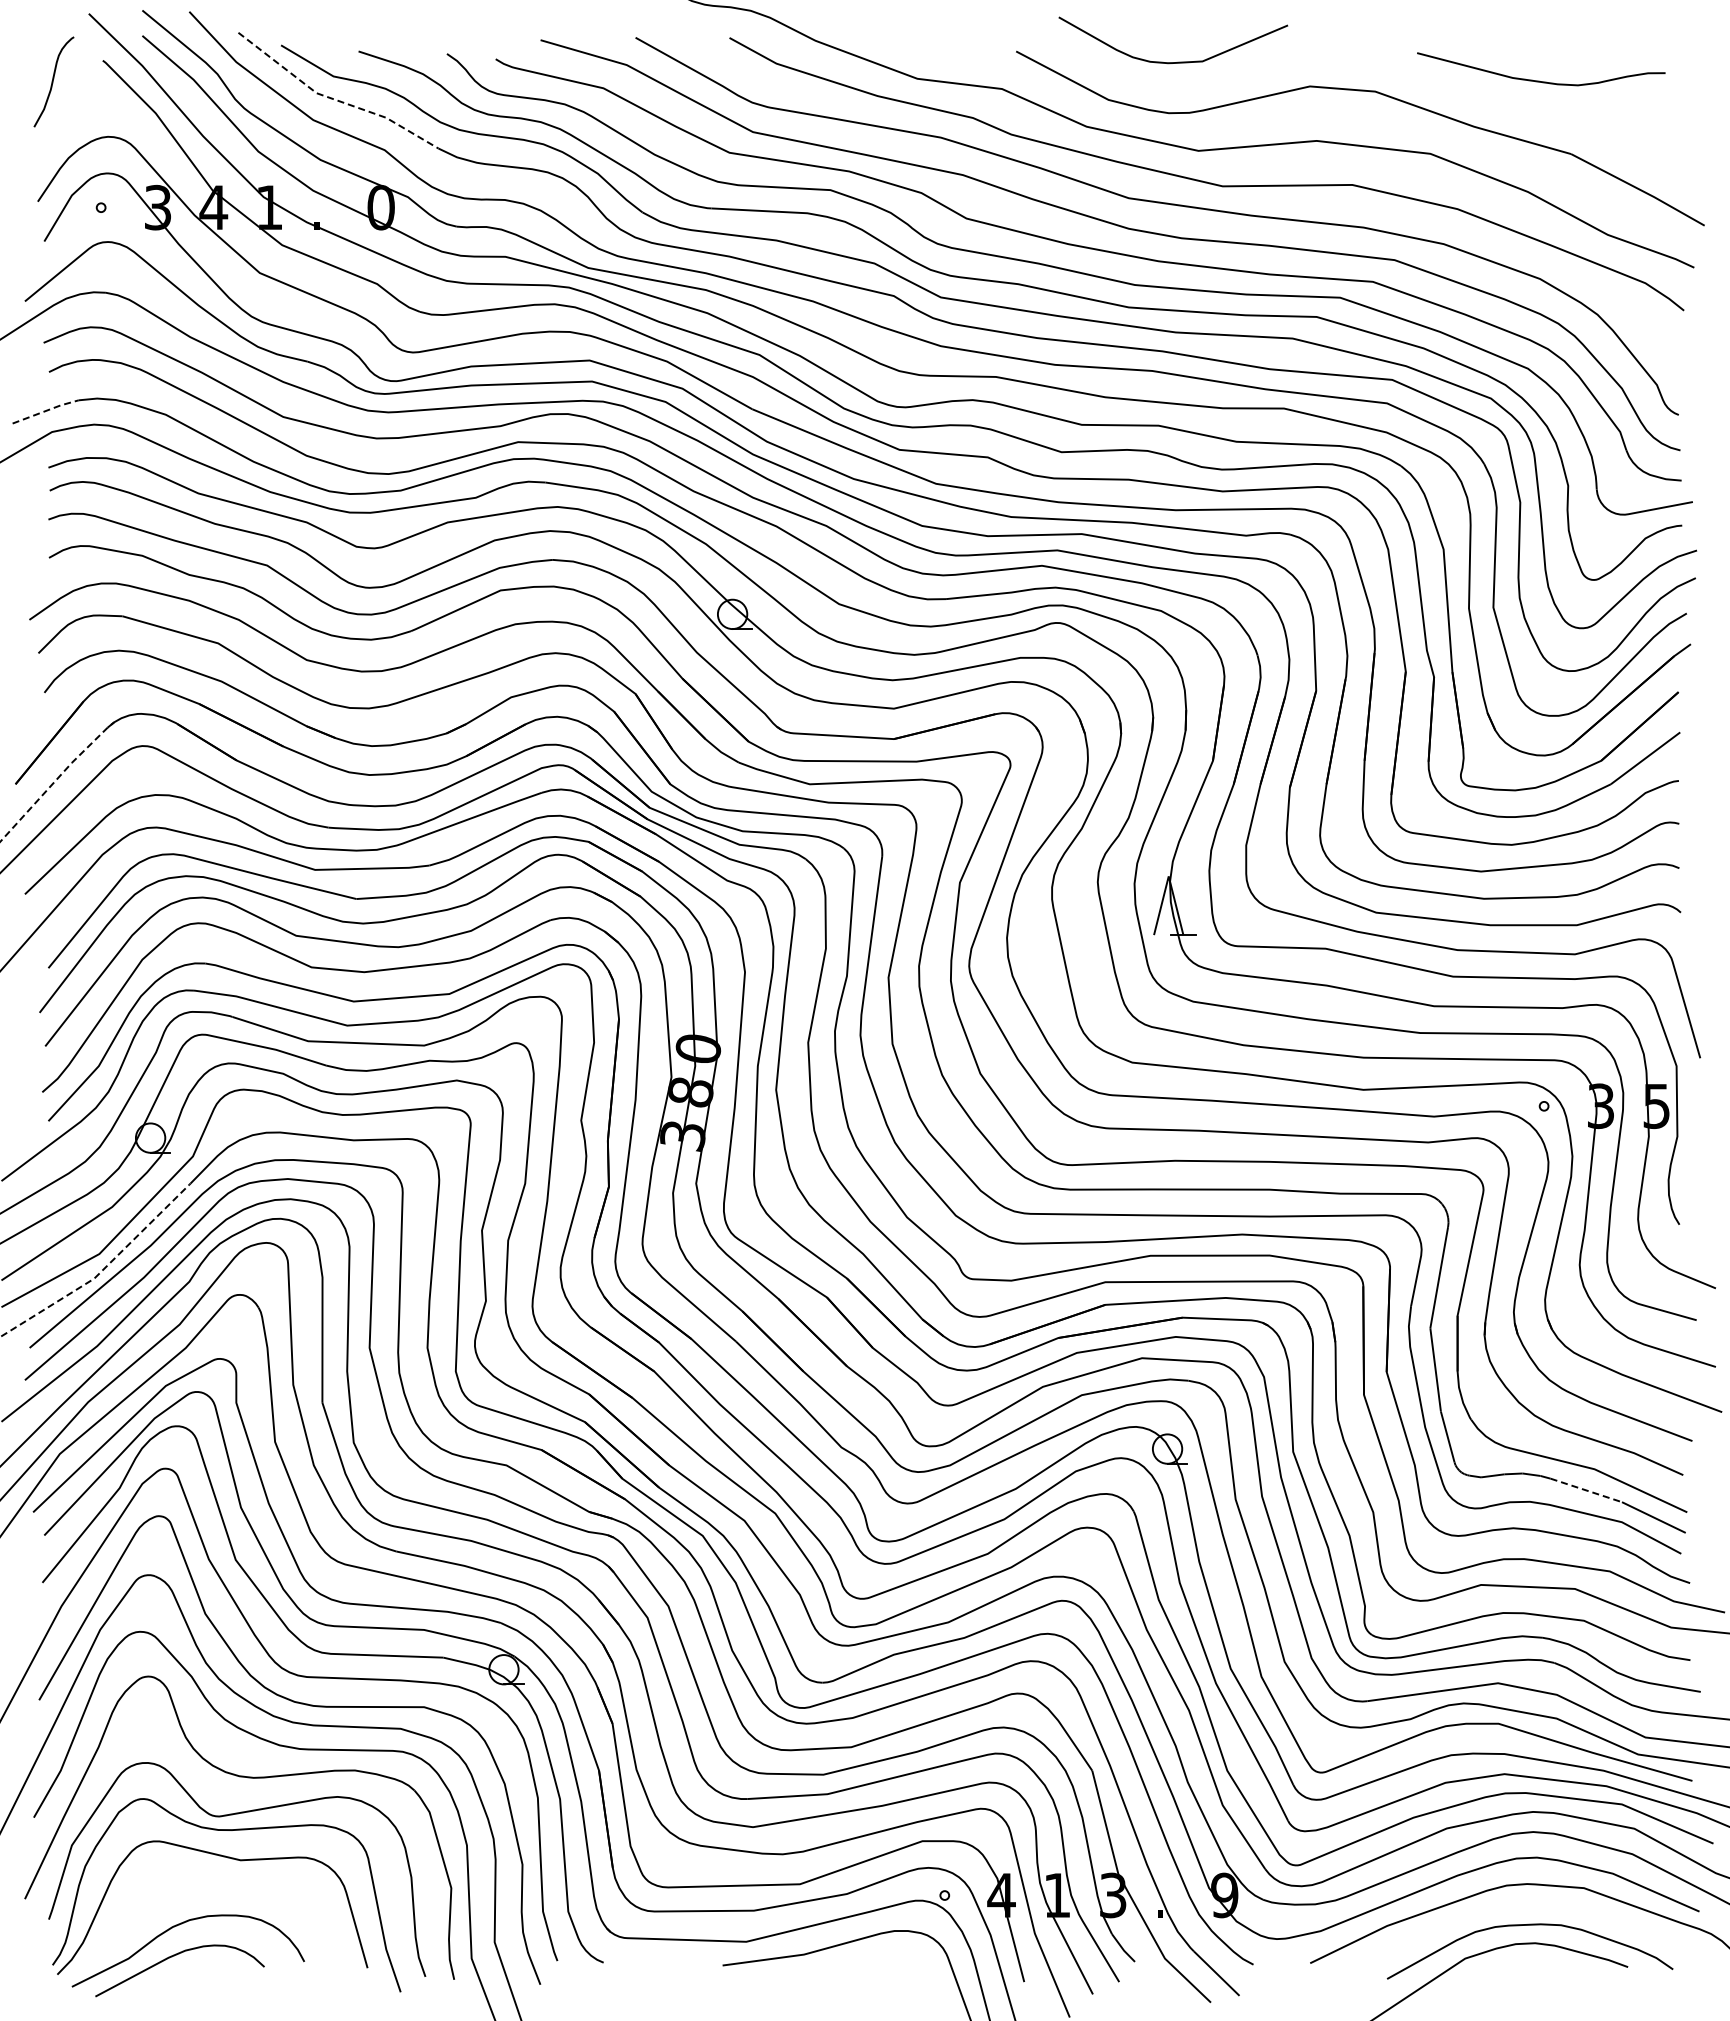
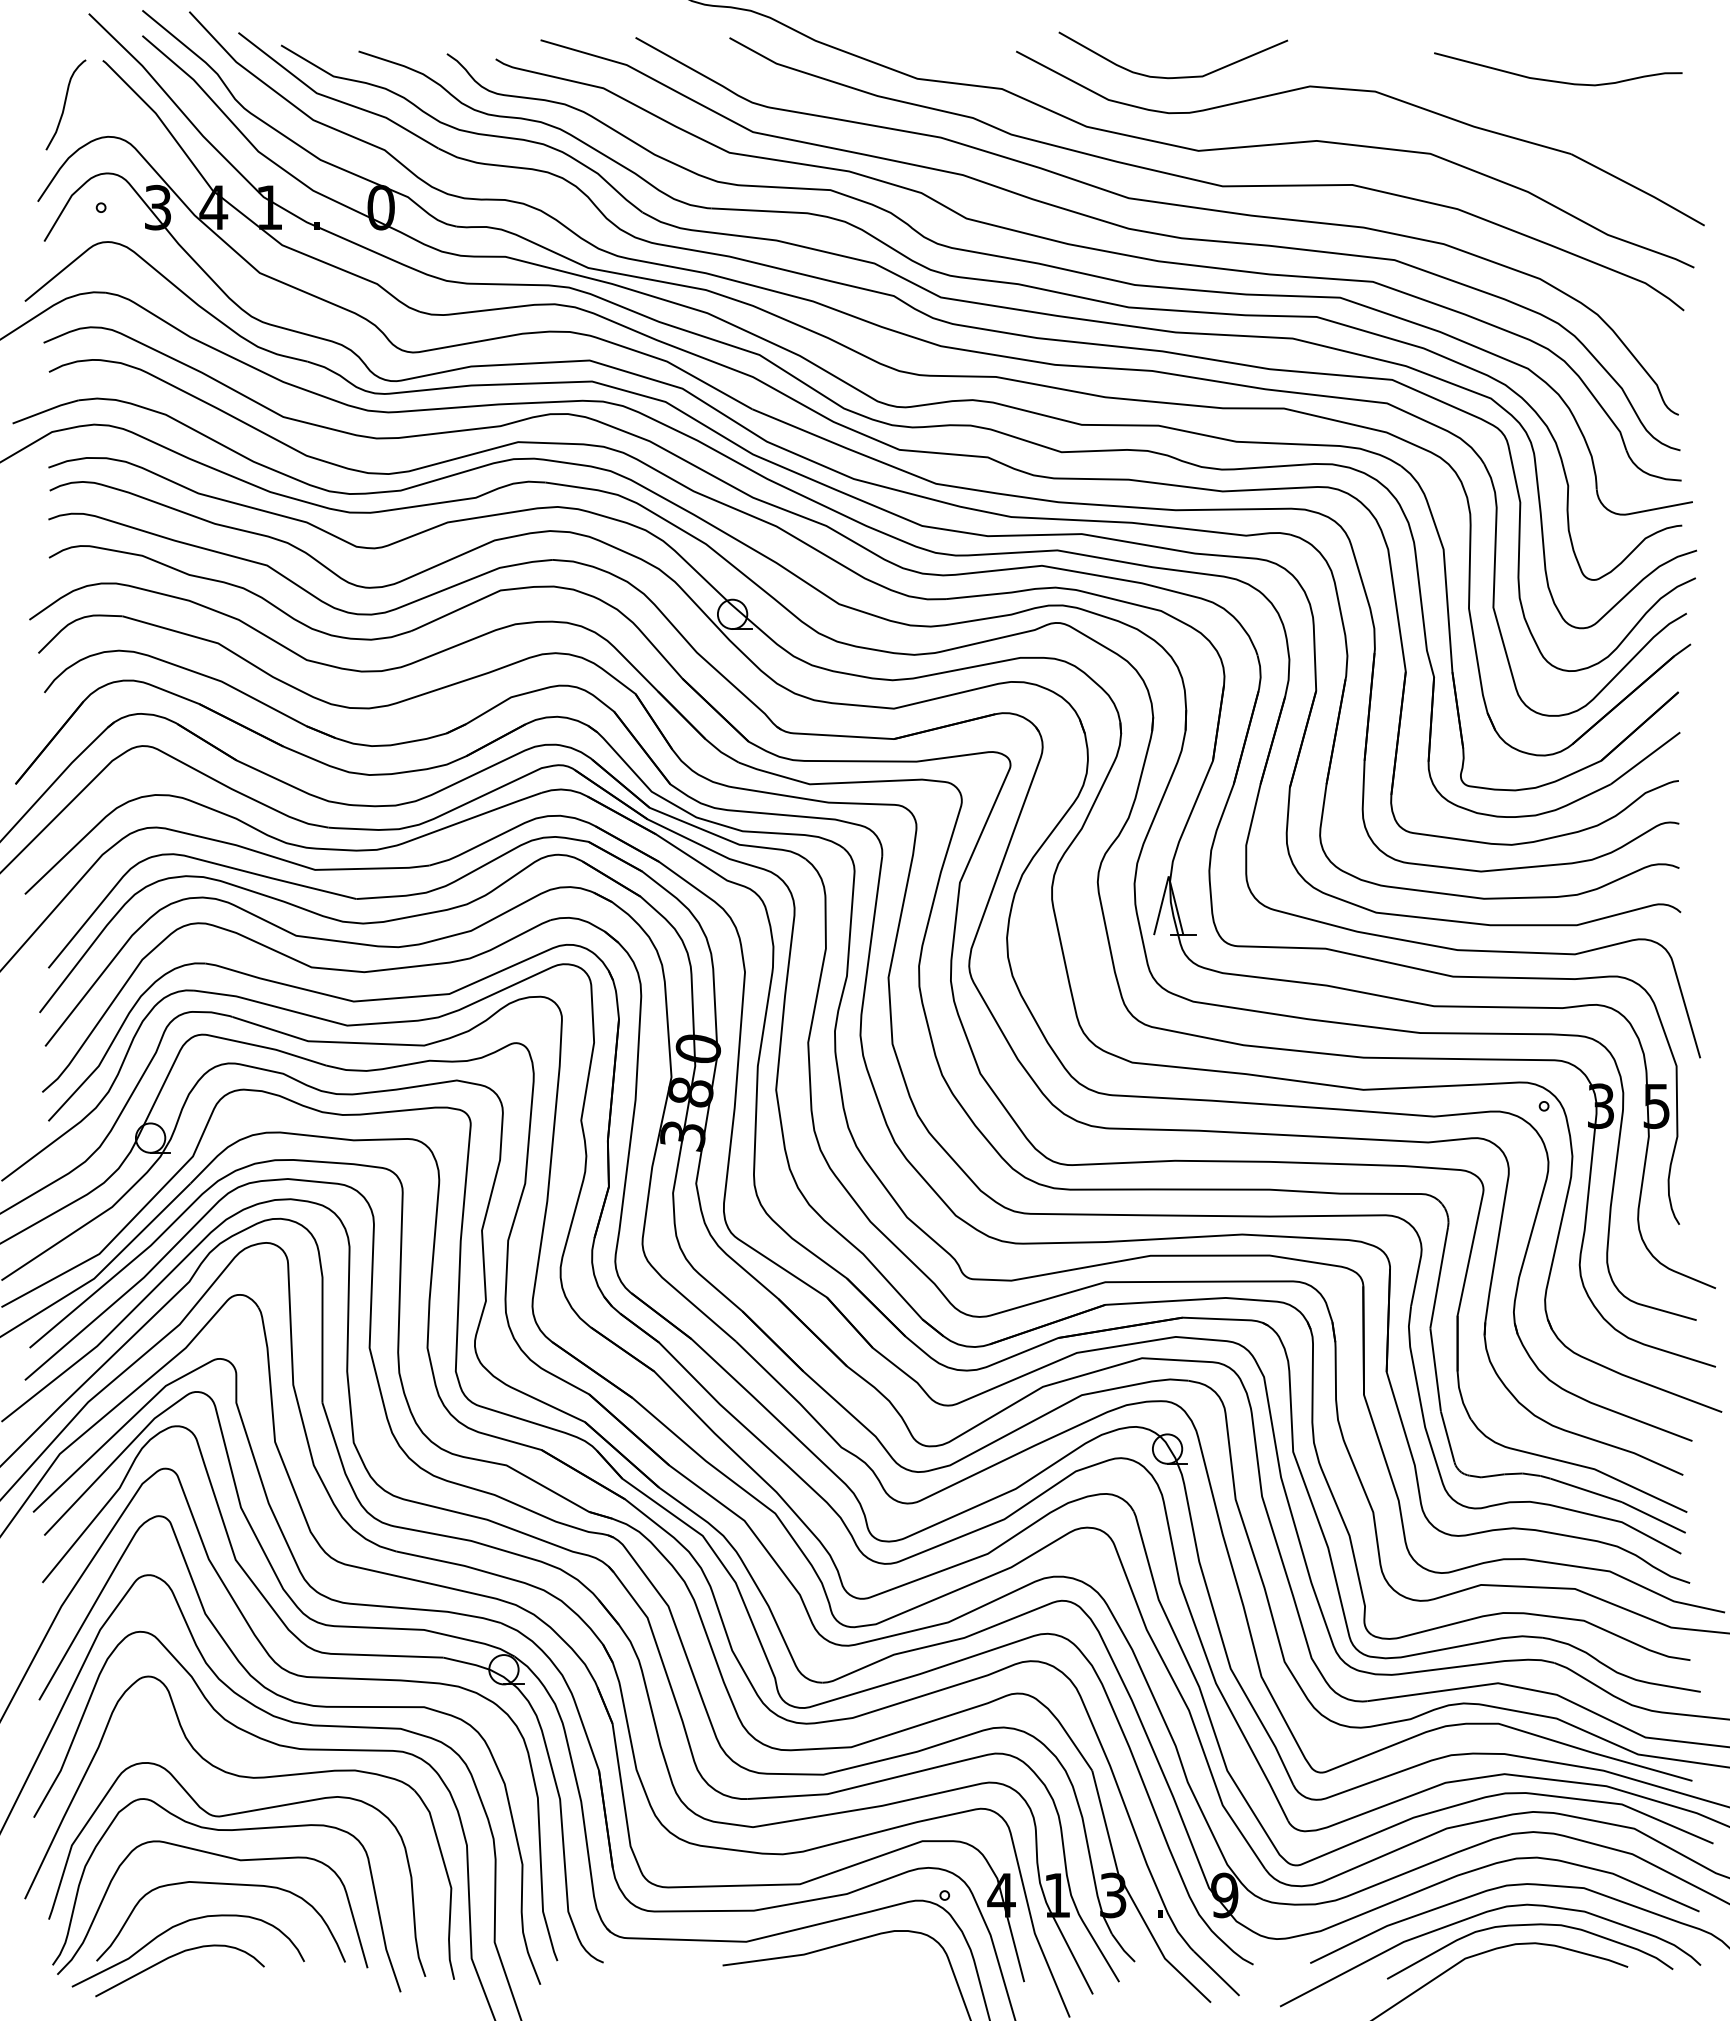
curve at (1177, 61) position: (1177, 61) -> (1177, 76)
curve at (1539, 80) position: (1539, 80) -> (1556, 80)
curve at (53, 81) position: (53, 81) -> (65, 104)
line at (333, 99): dashed -> solid
line at (45, 410): dashed -> solid
line at (57, 779): dashed -> solid
line at (103, 1269): dashed -> solid
line at (1586, 1490): dashed -> solid
curve at (220, 1884): none -> present
curve at (1477, 1916): none -> present
